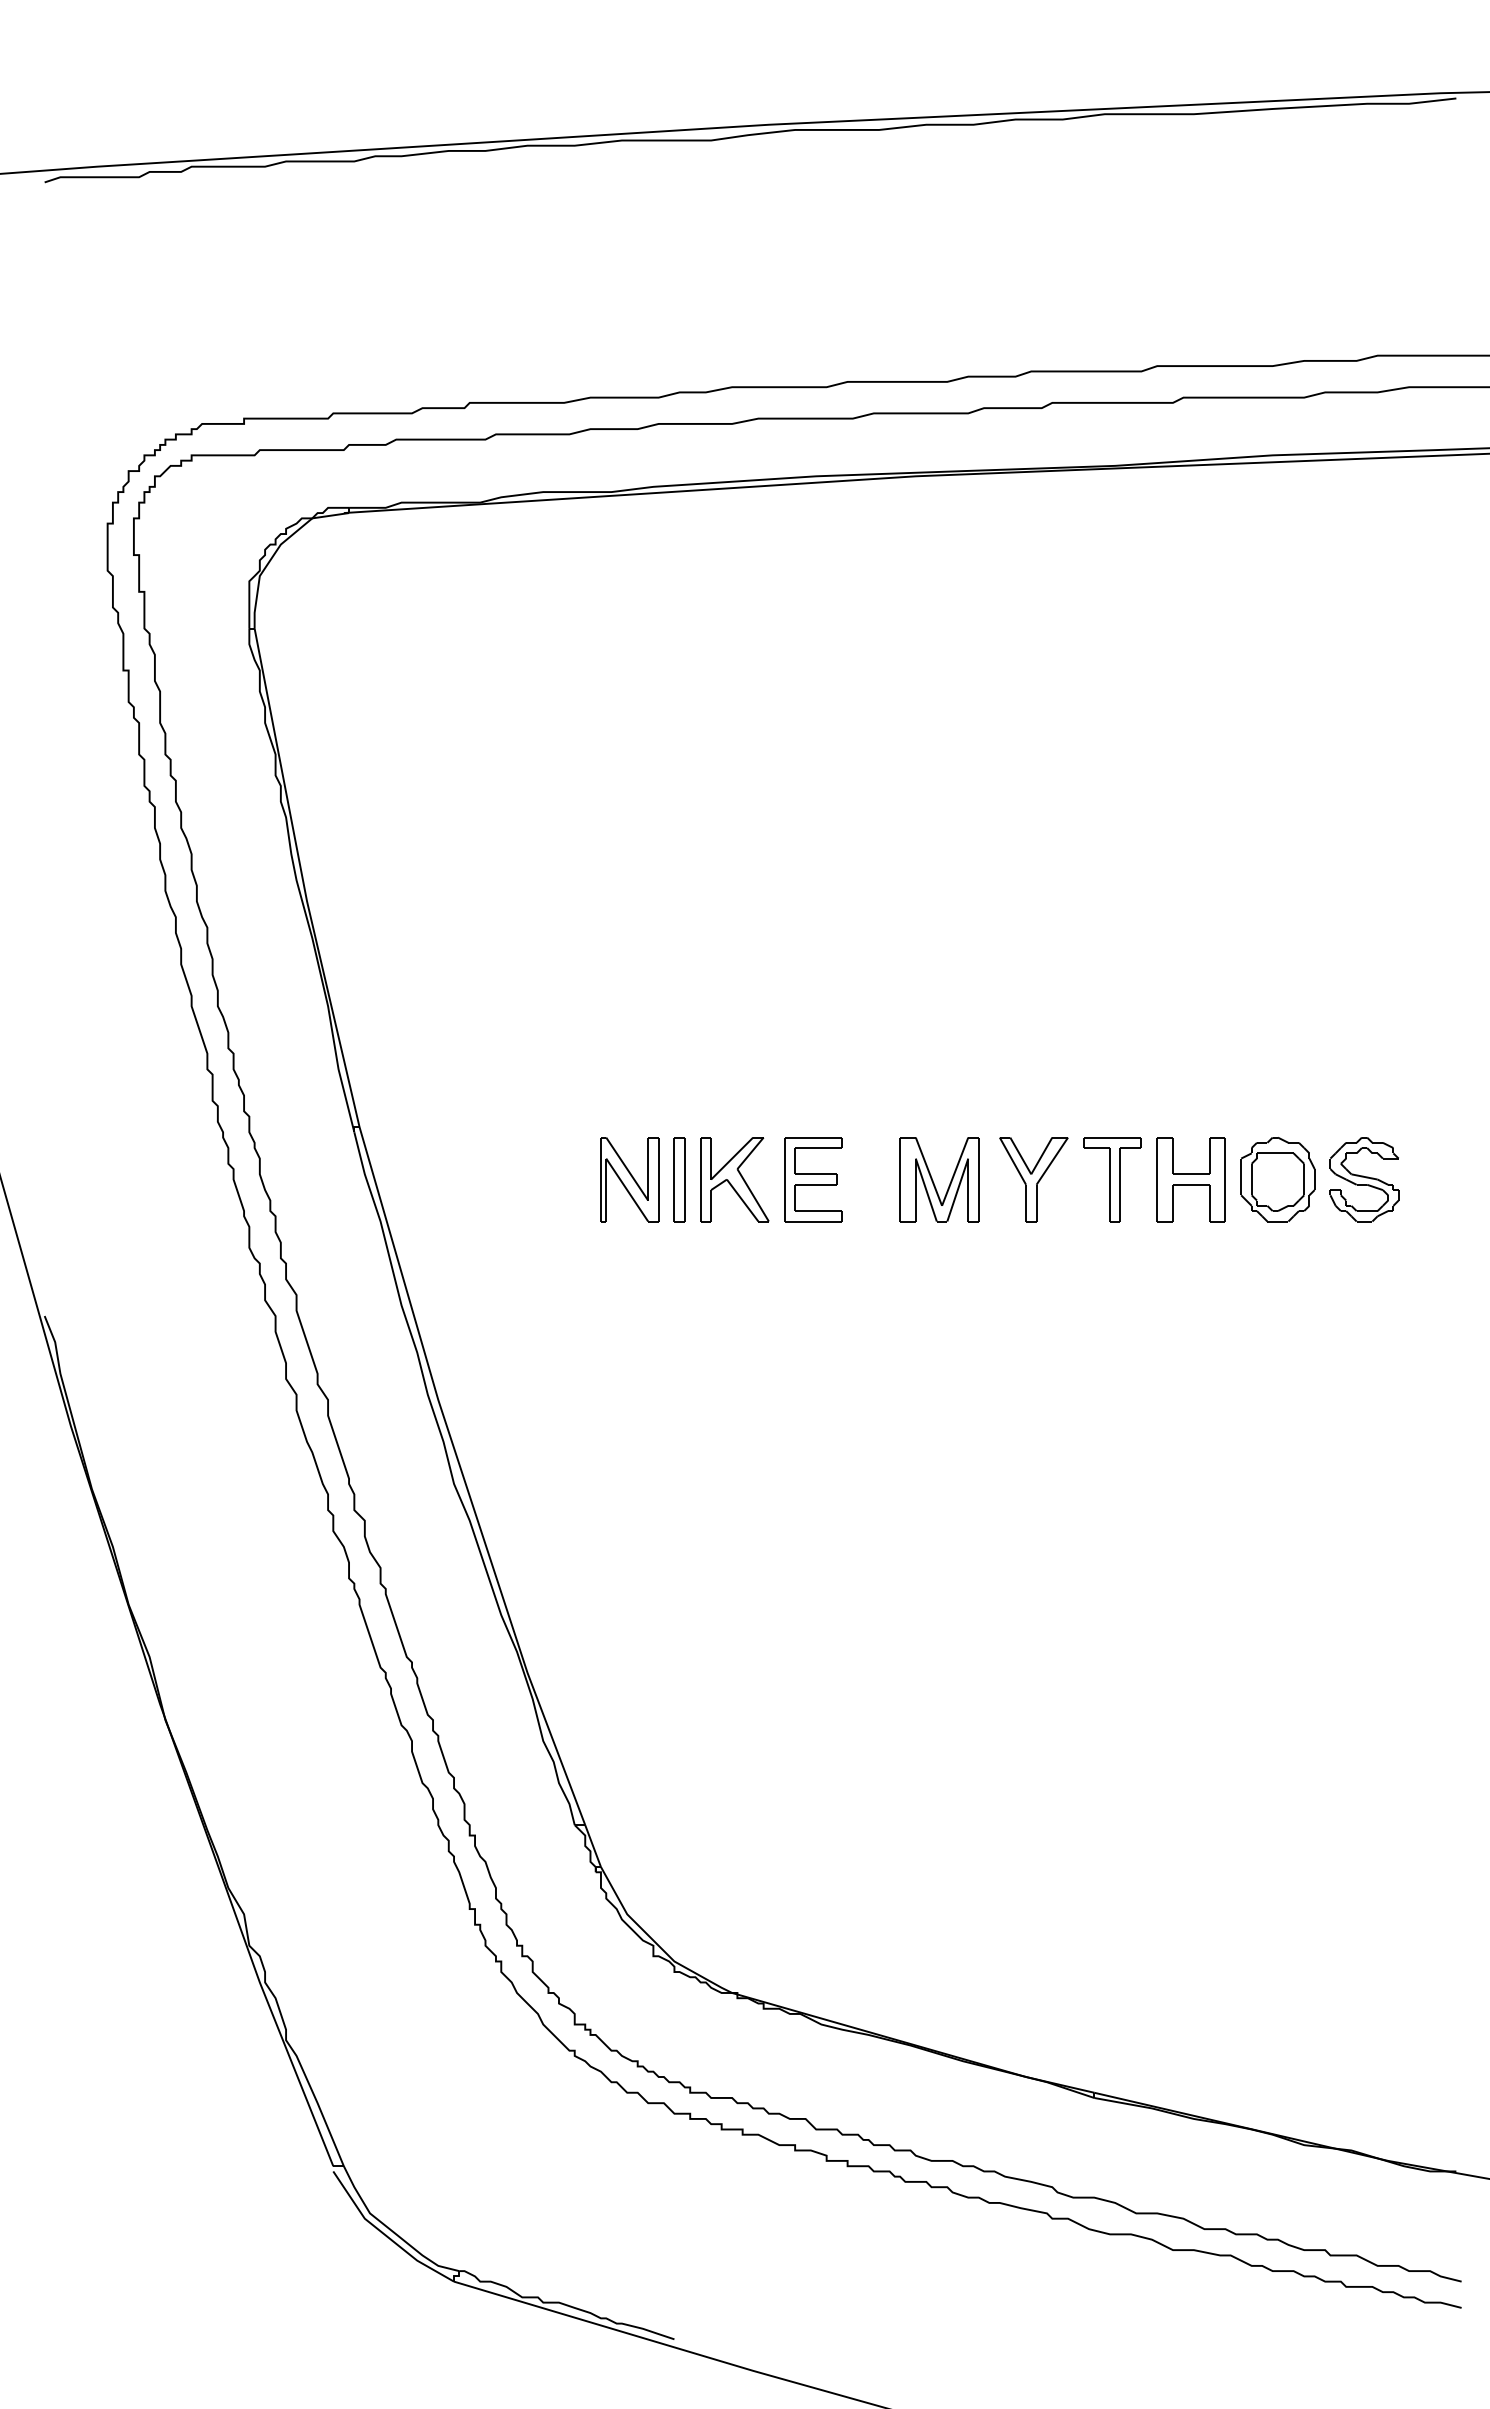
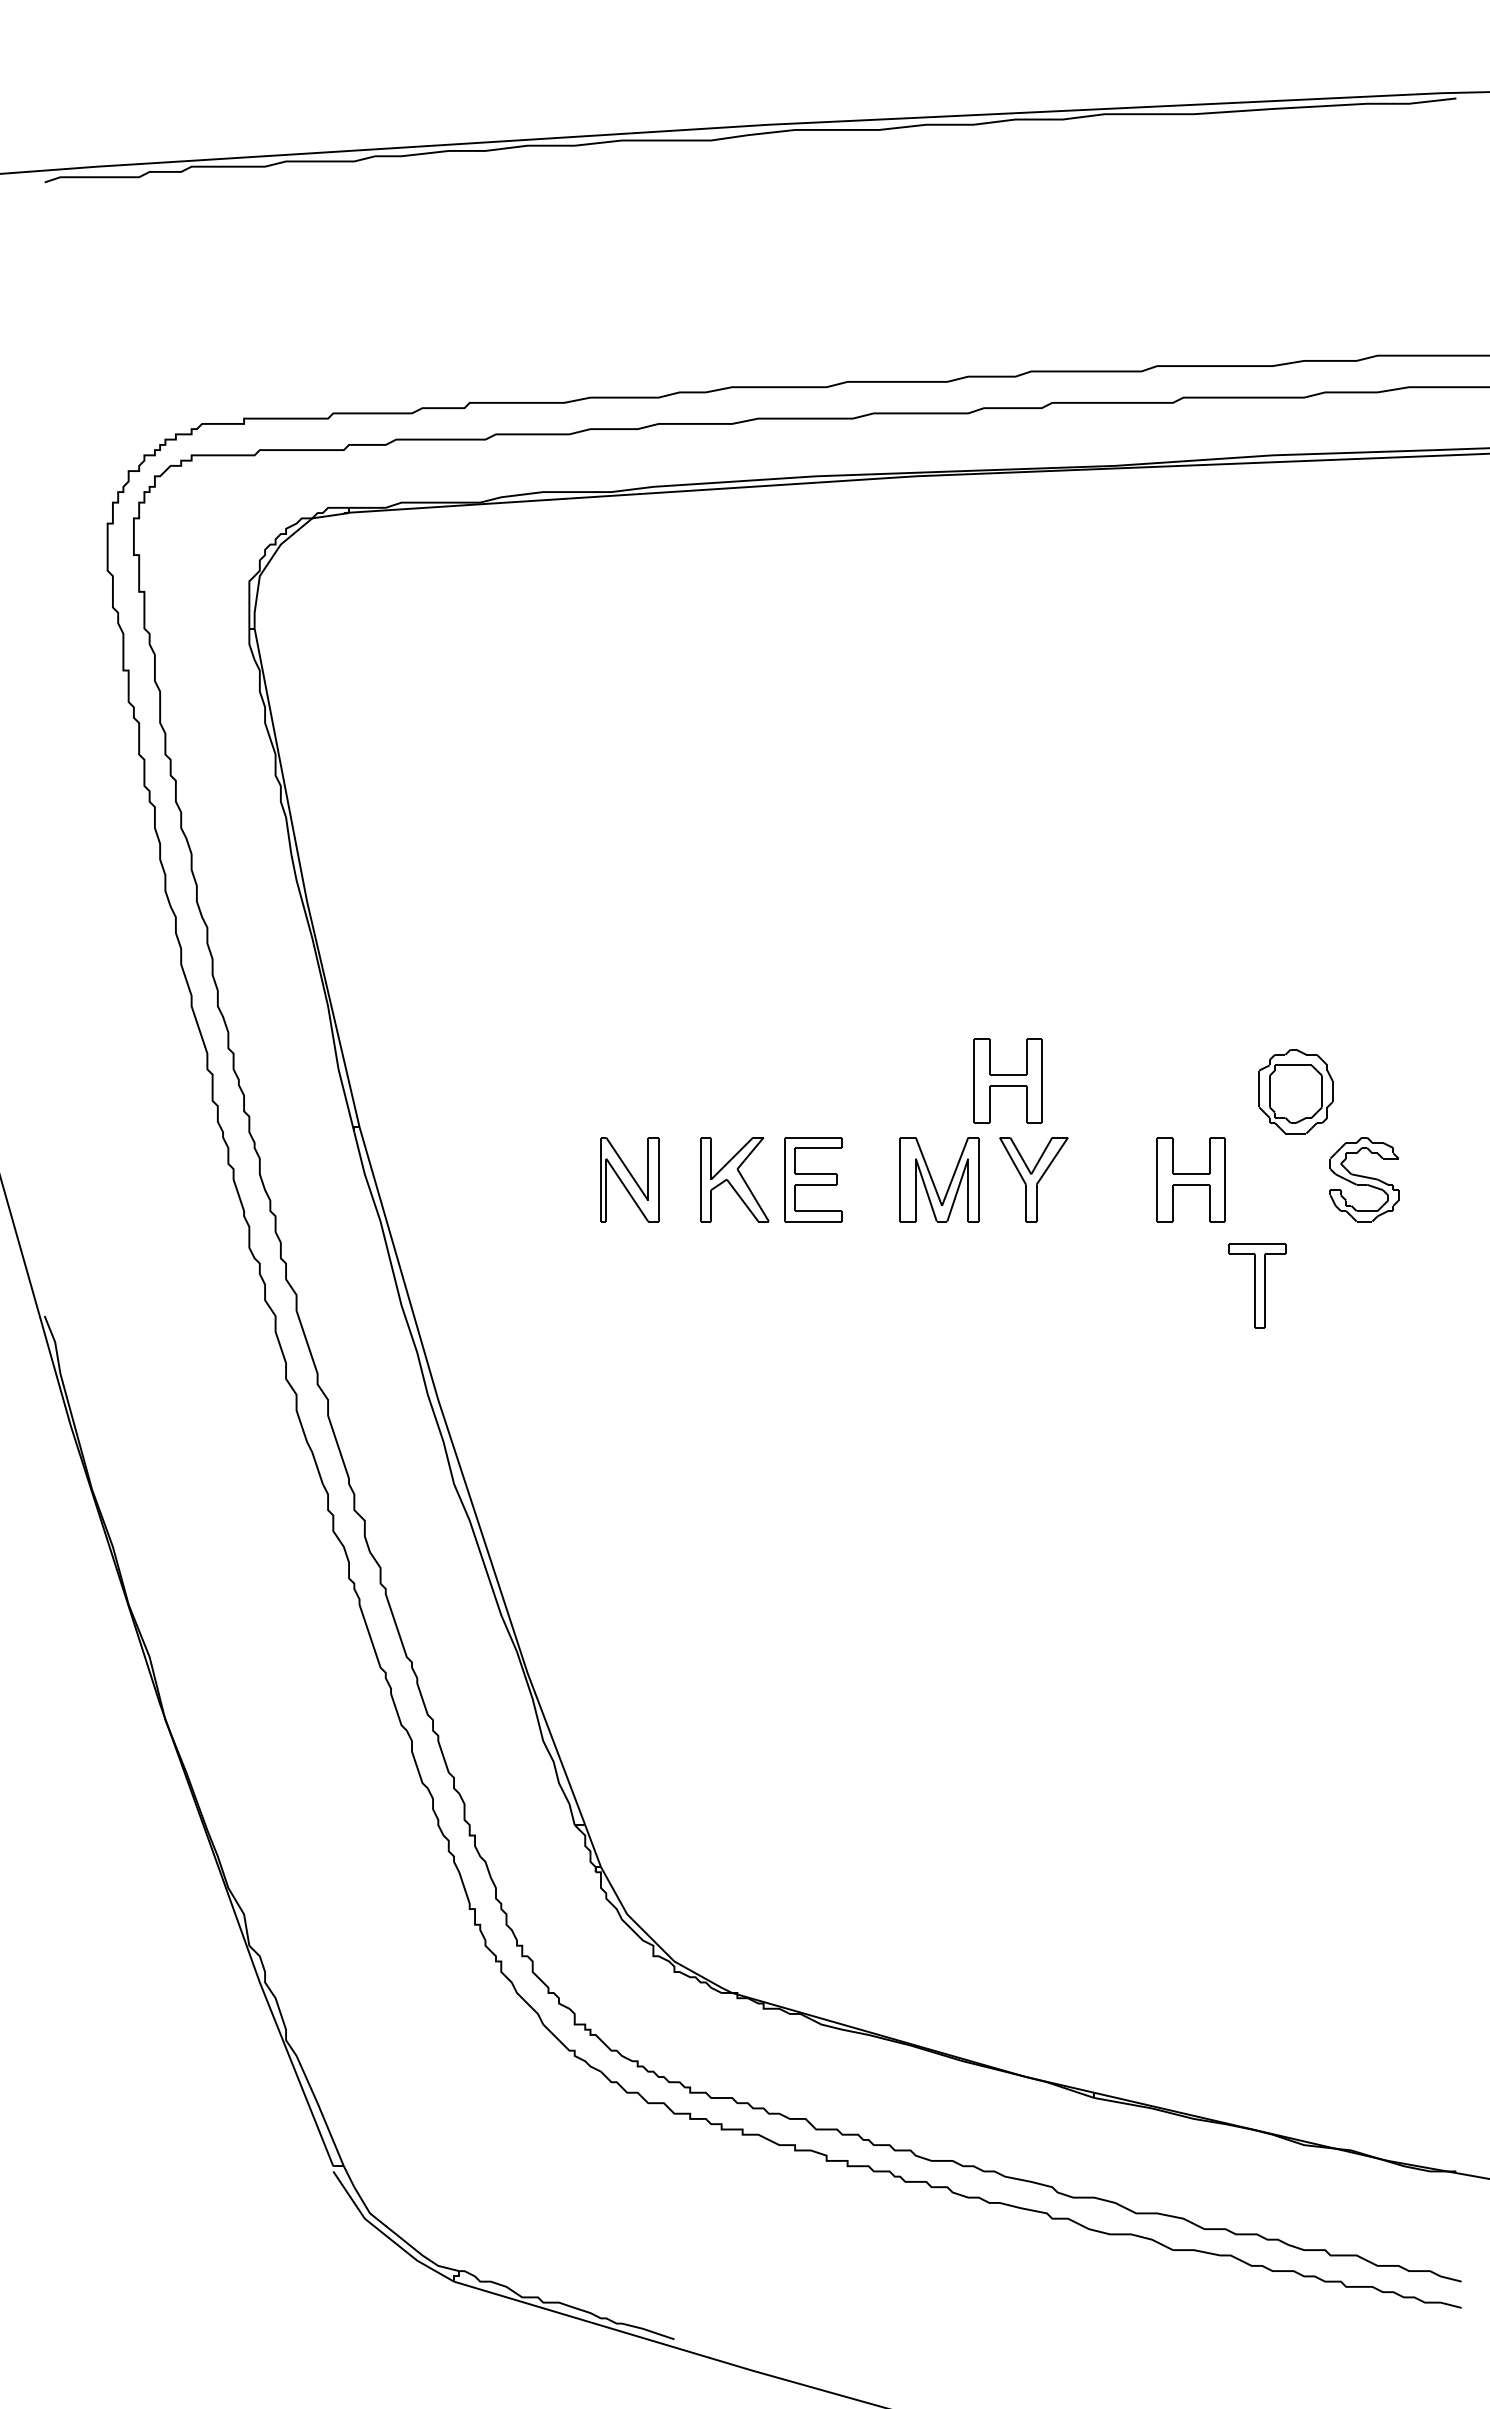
part at (1007, 1080): none -> present
part at (679, 1179): present -> none
part at (1112, 1179) position: (1112, 1179) -> (1257, 1285)
part at (1277, 1179) position: (1277, 1179) -> (1295, 1091)
